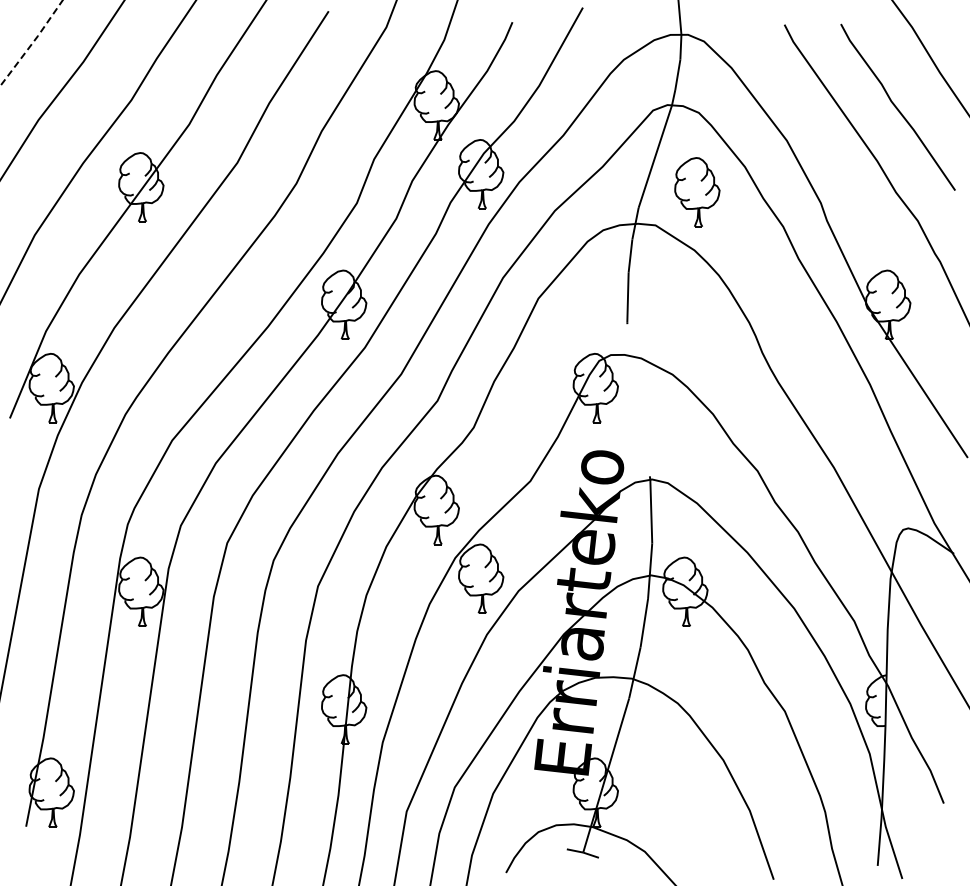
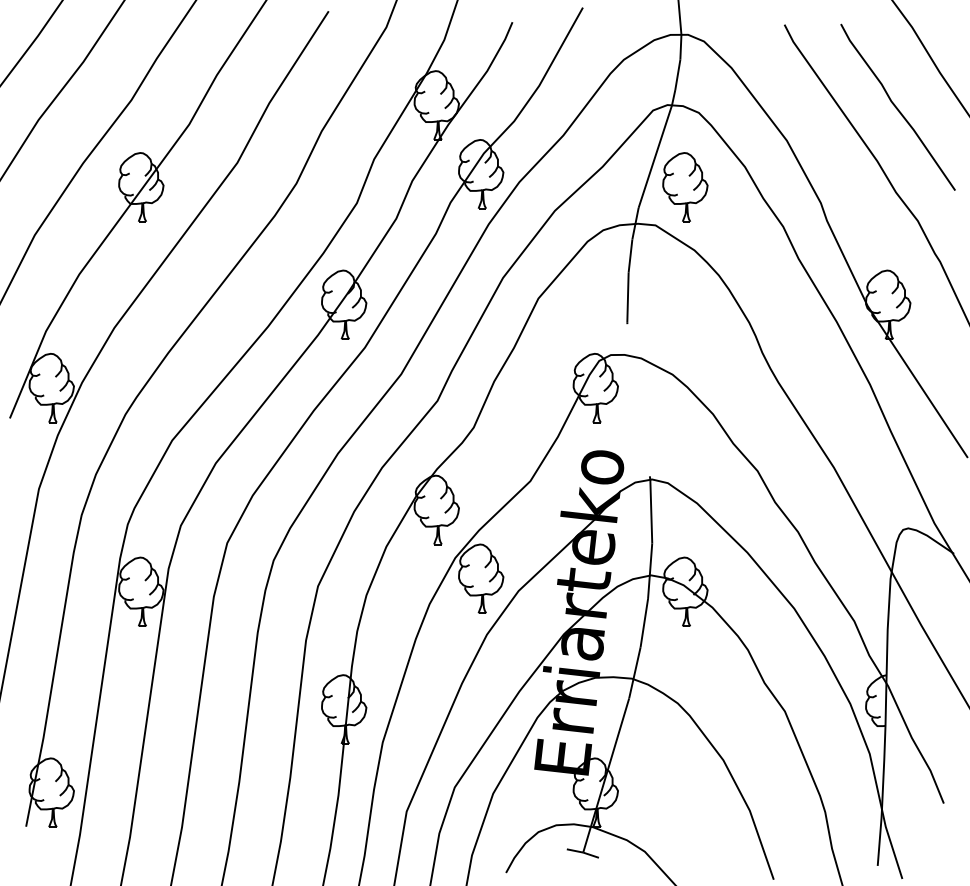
line at (32, 43): dashed -> solid
part at (697, 192) position: (697, 192) -> (685, 187)
